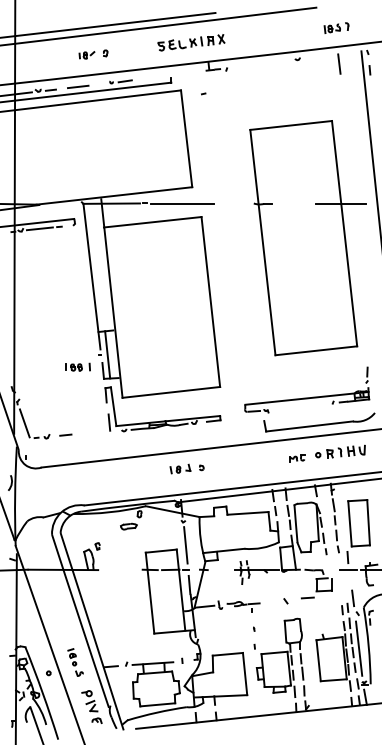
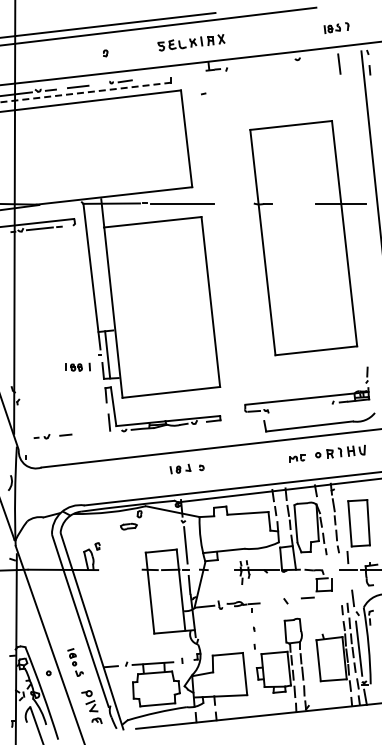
part at (86, 55): present -> none
line at (86, 92): solid -> dashed
line at (24, 423): present -> none
